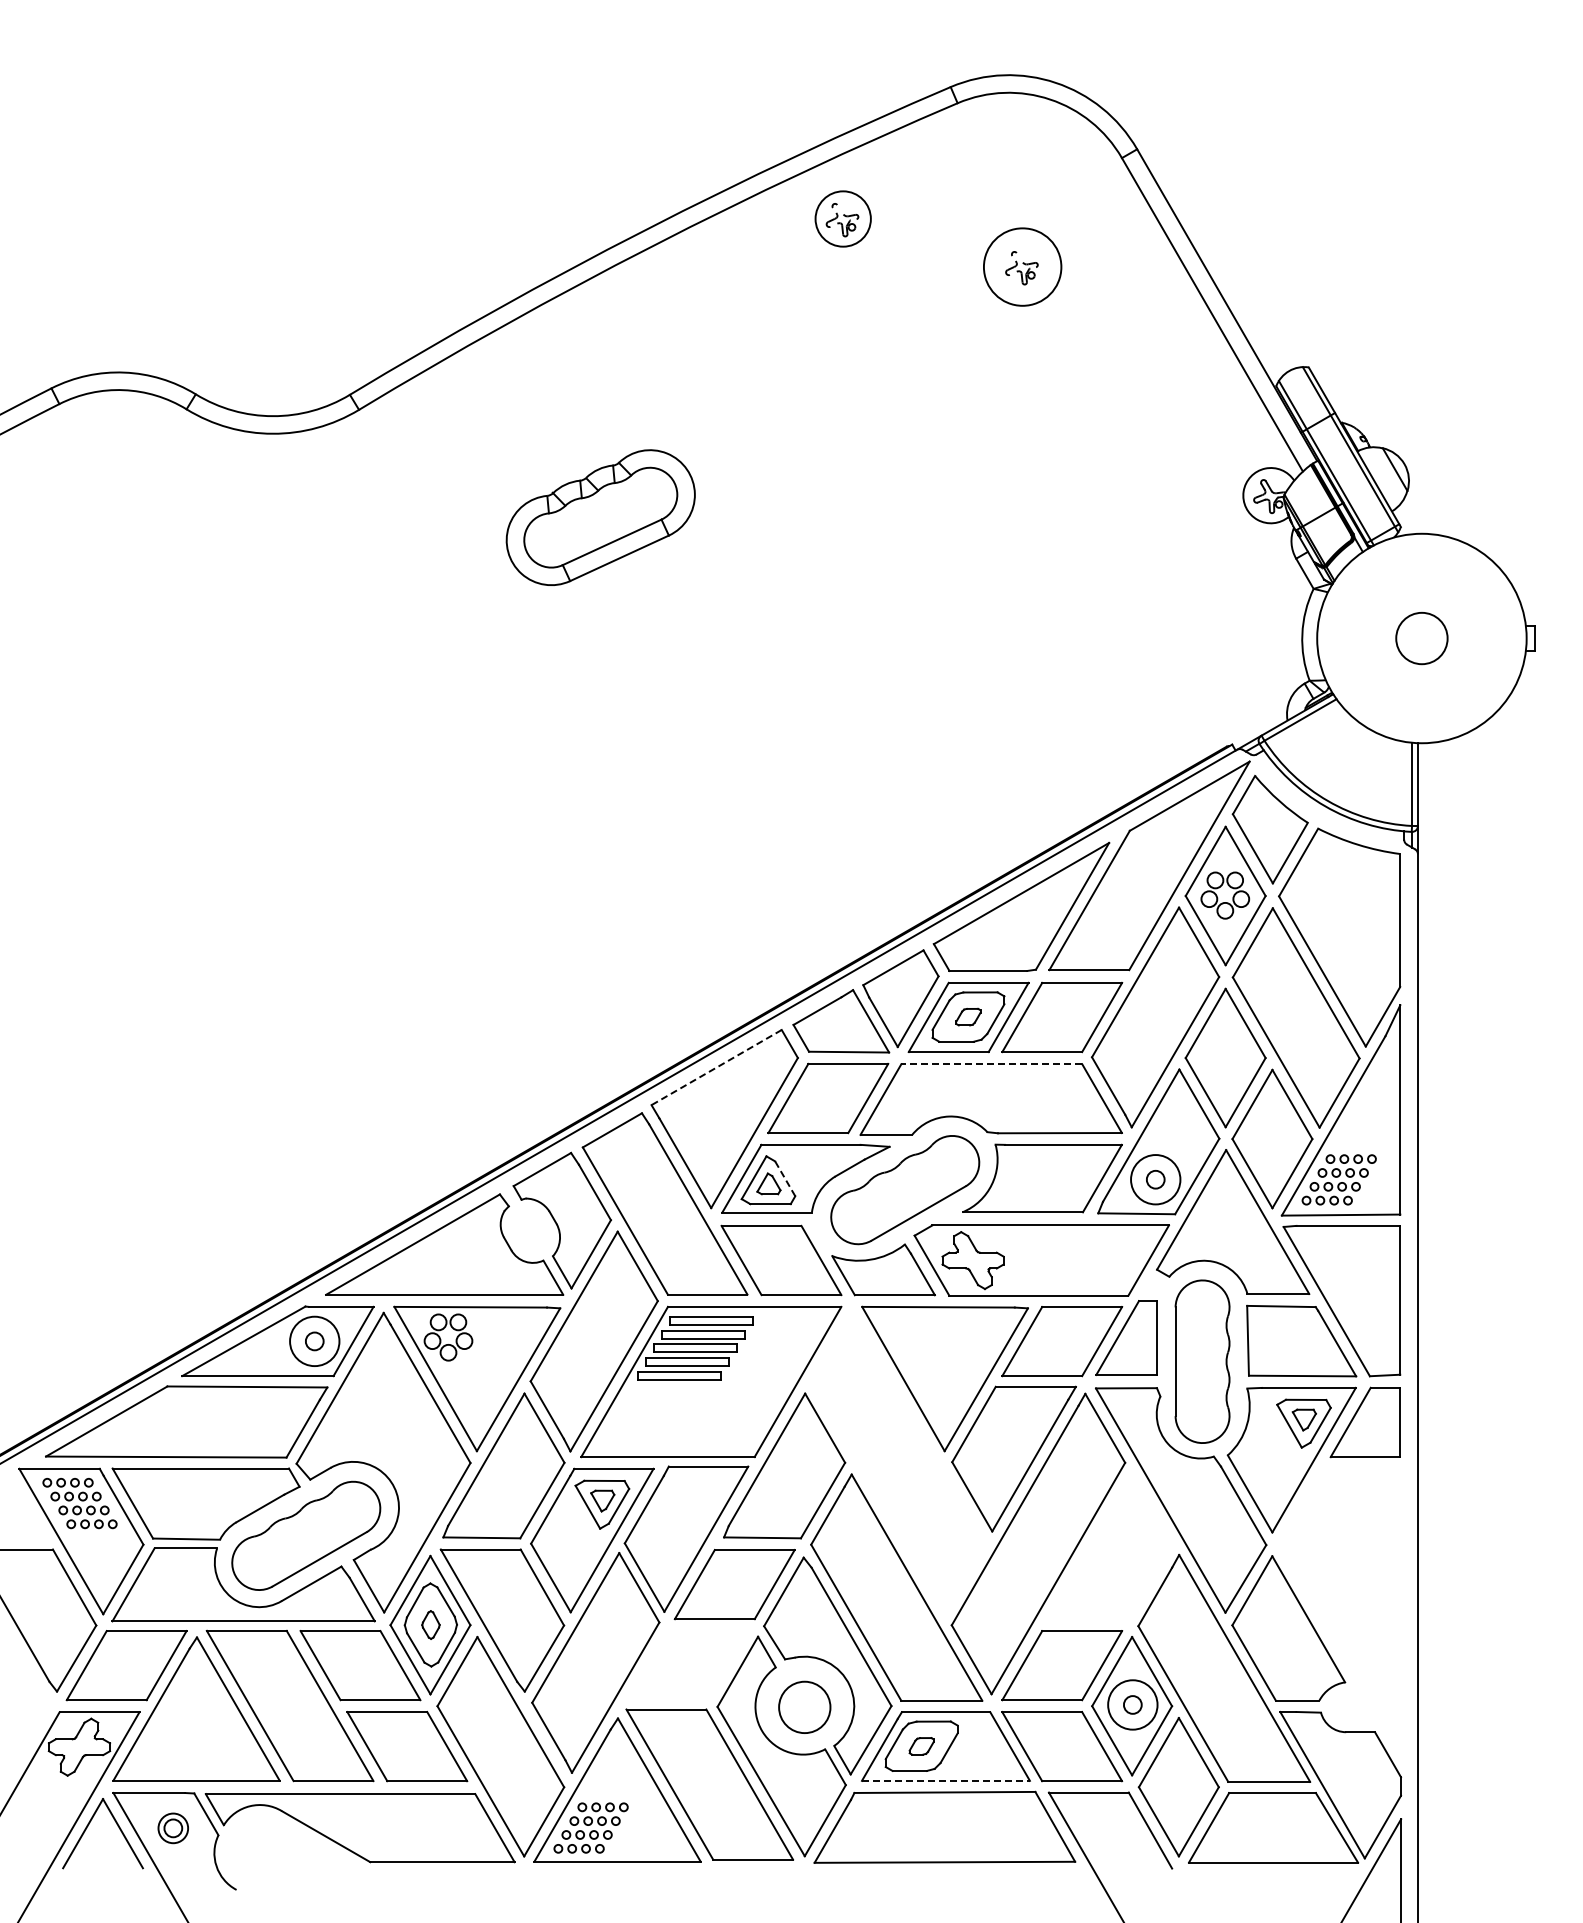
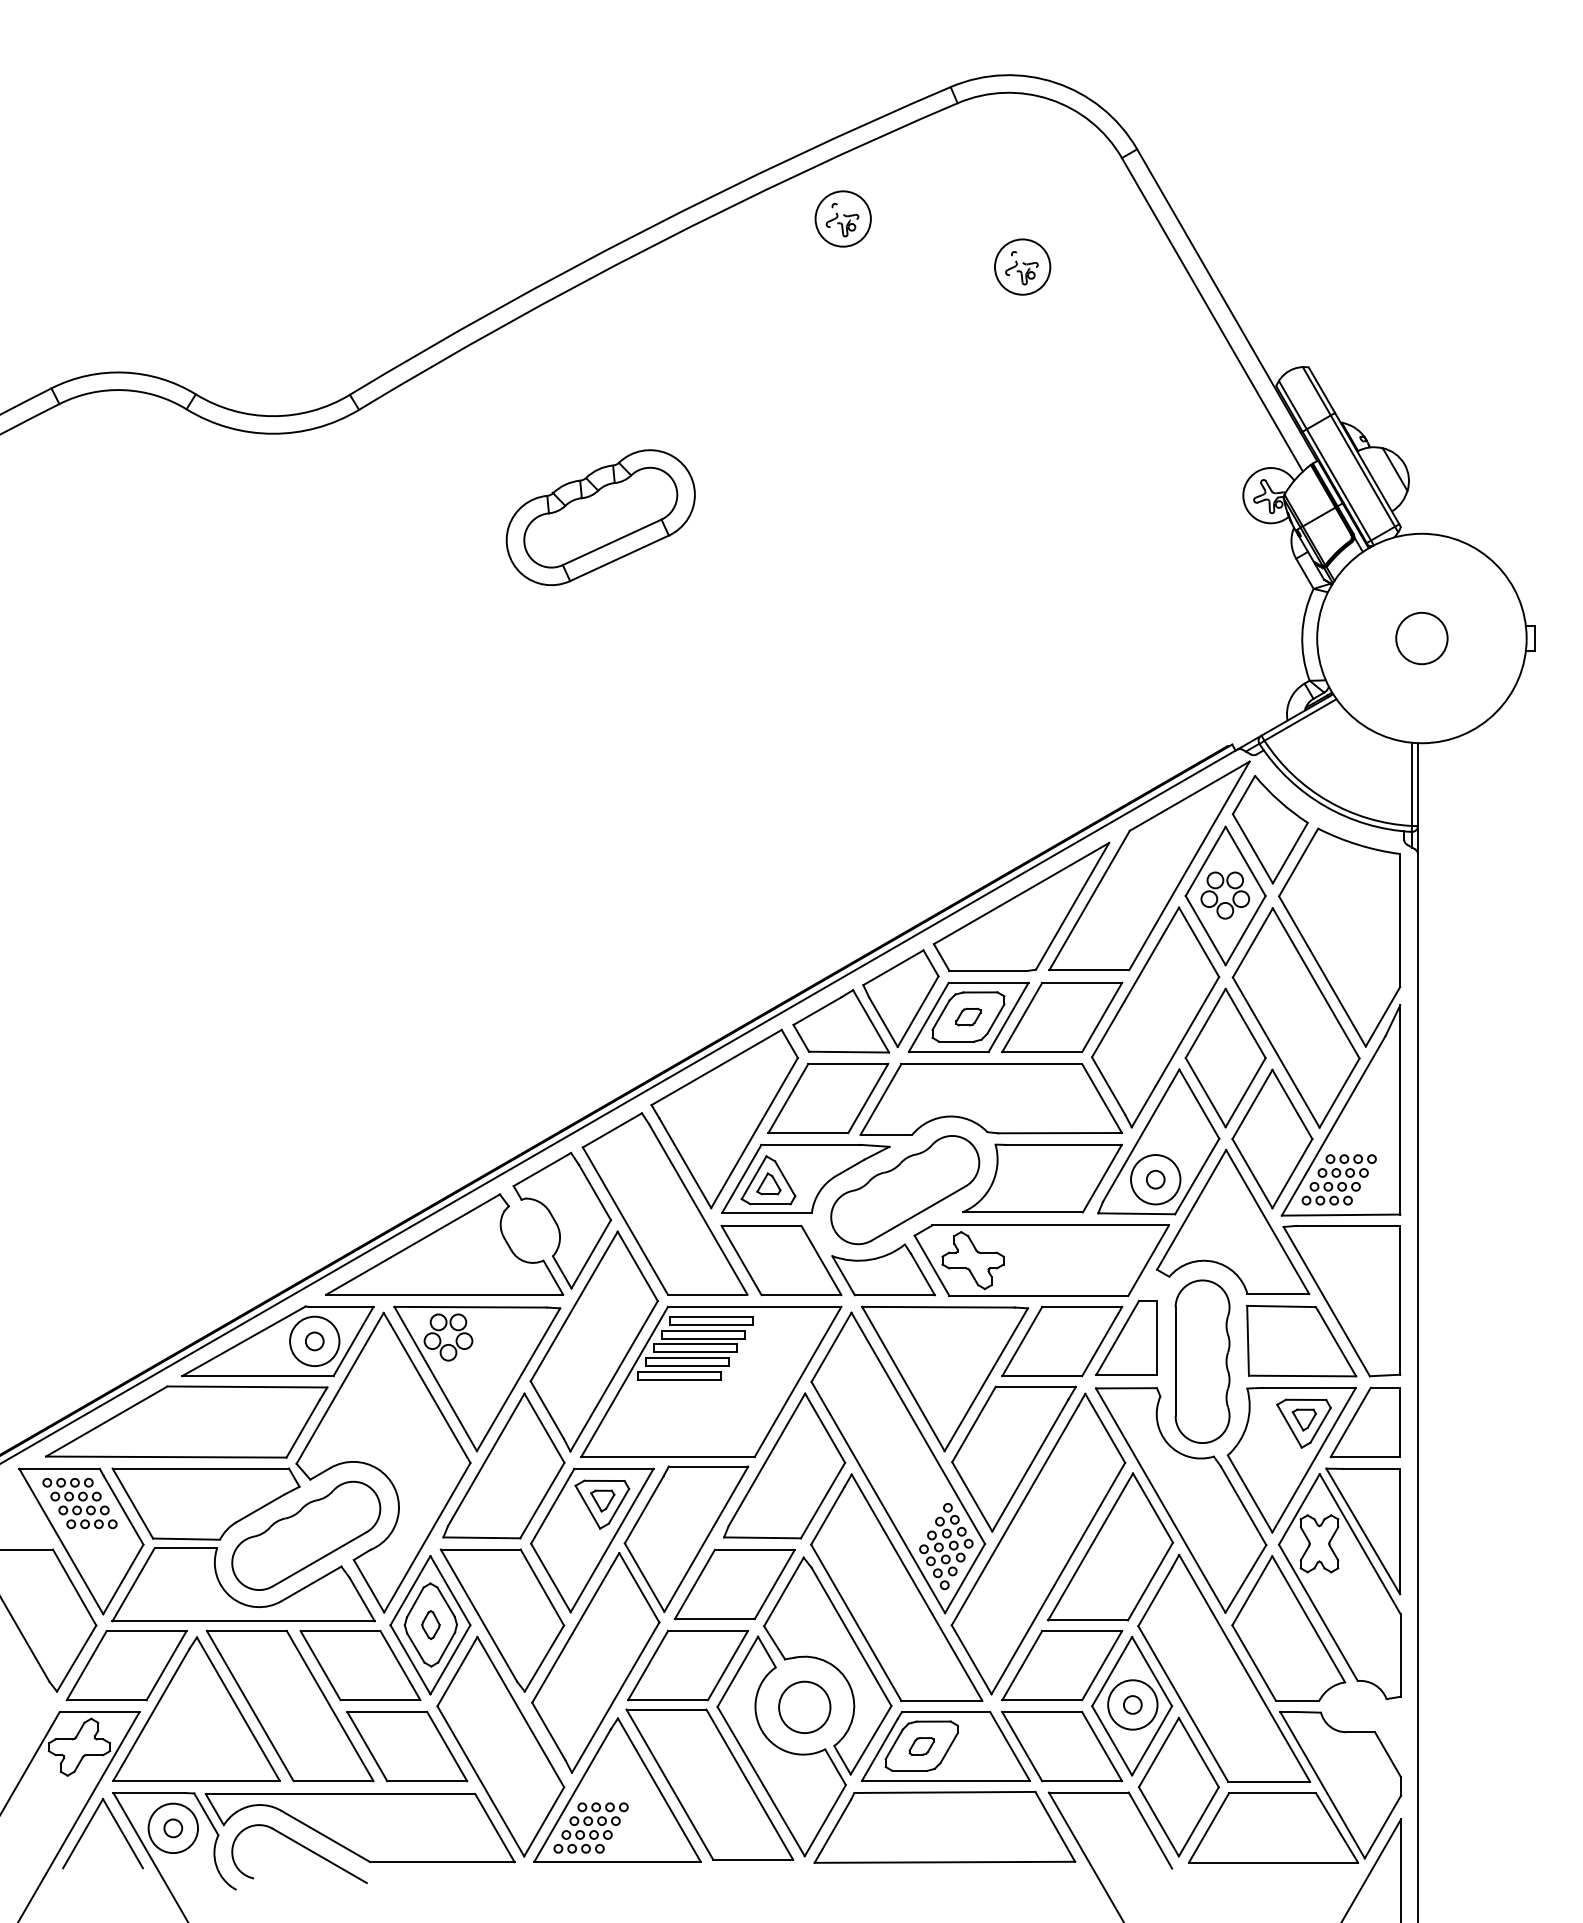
circle at (1022, 266) diameter: 77 px -> 55 px
line at (991, 1064): dashed -> solid
line at (716, 1067): dashed -> solid
line at (784, 1178): dashed -> solid
part at (898, 1462): none -> present
part at (1110, 1546): none -> present
part at (1339, 1583): none -> present
part at (687, 1665): none -> present
line at (945, 1780): dashed -> solid
circle at (173, 1828) diameter: 30 px -> 49 px
part at (304, 1848): none -> present
